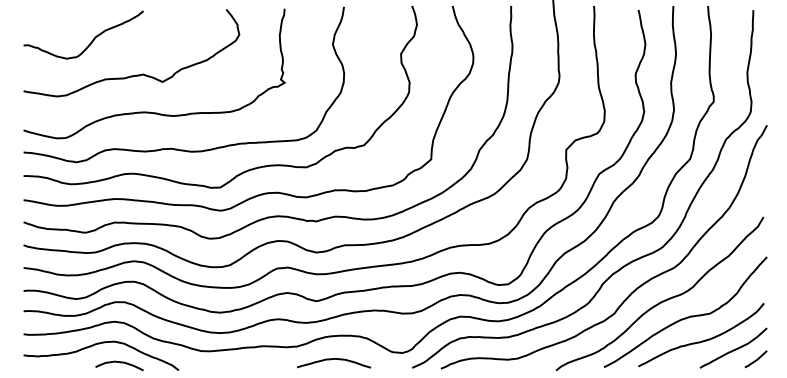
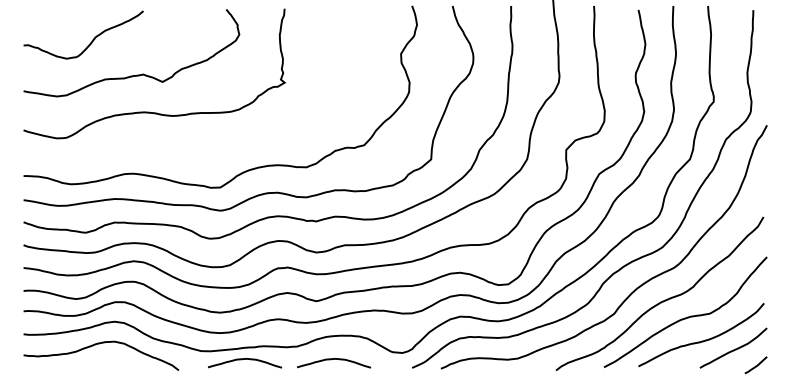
curve at (172, 147): present -> none
curve at (245, 359): none -> present
line at (755, 359) position: (755, 359) -> (755, 365)
curve at (119, 363): present -> none
